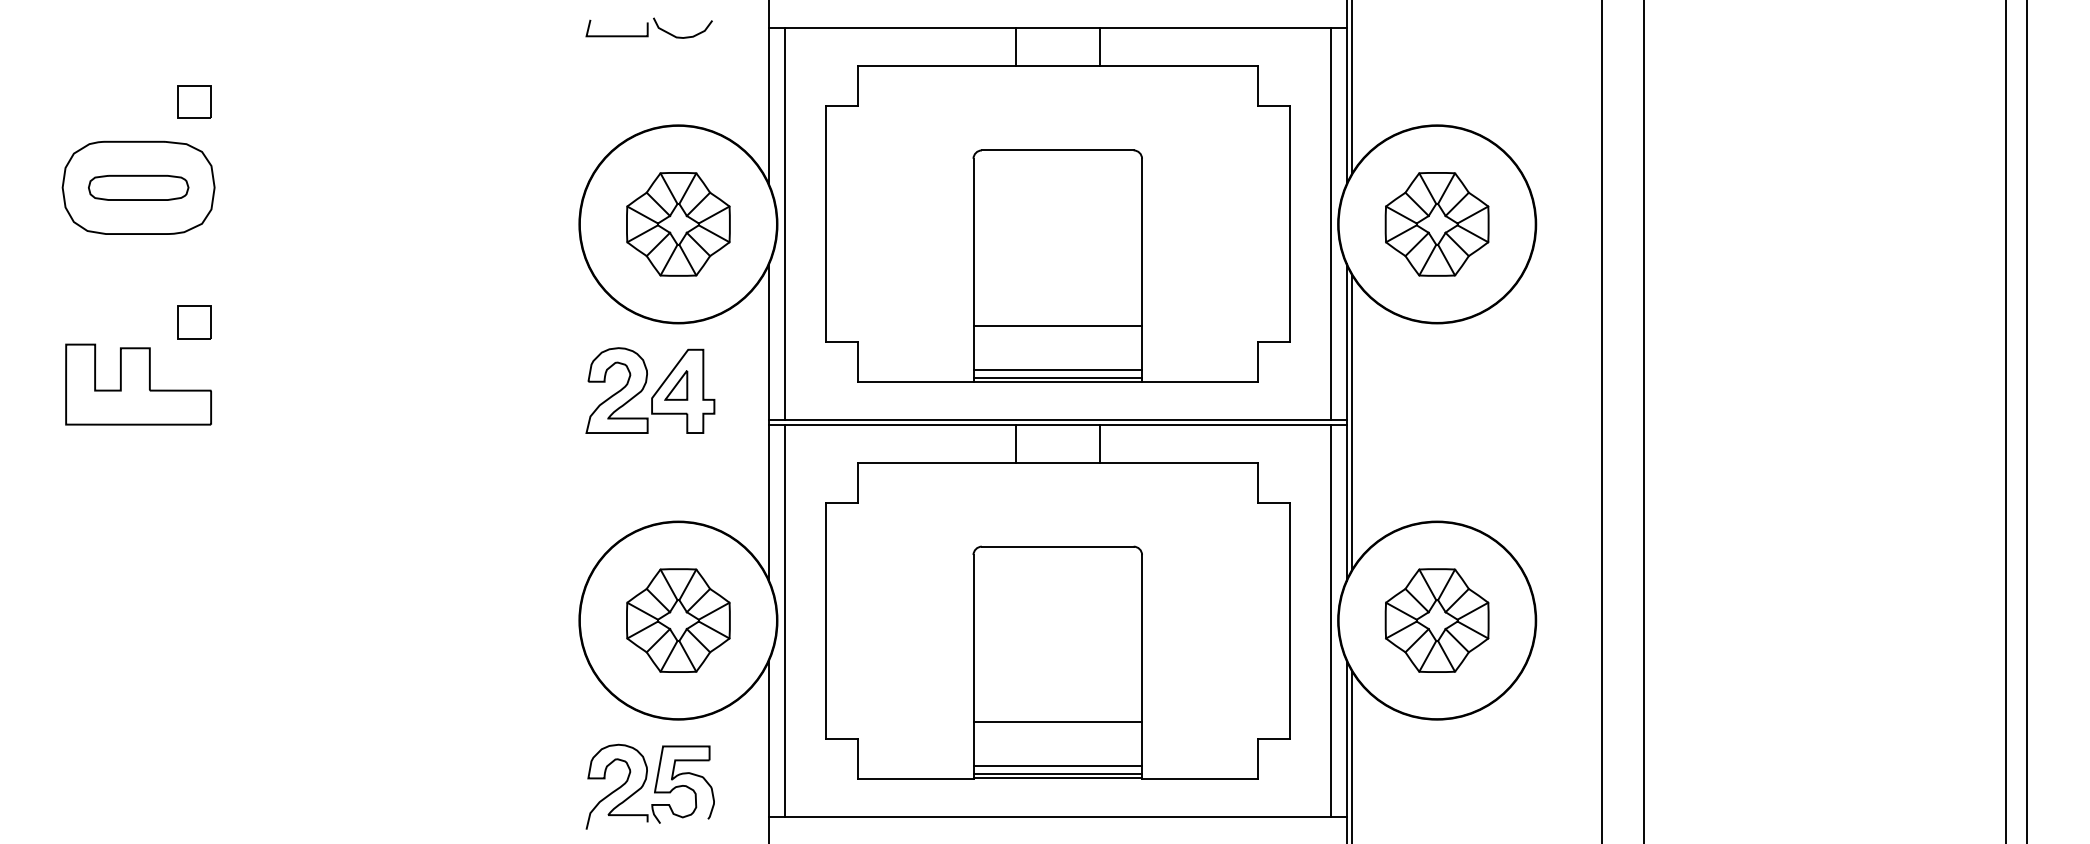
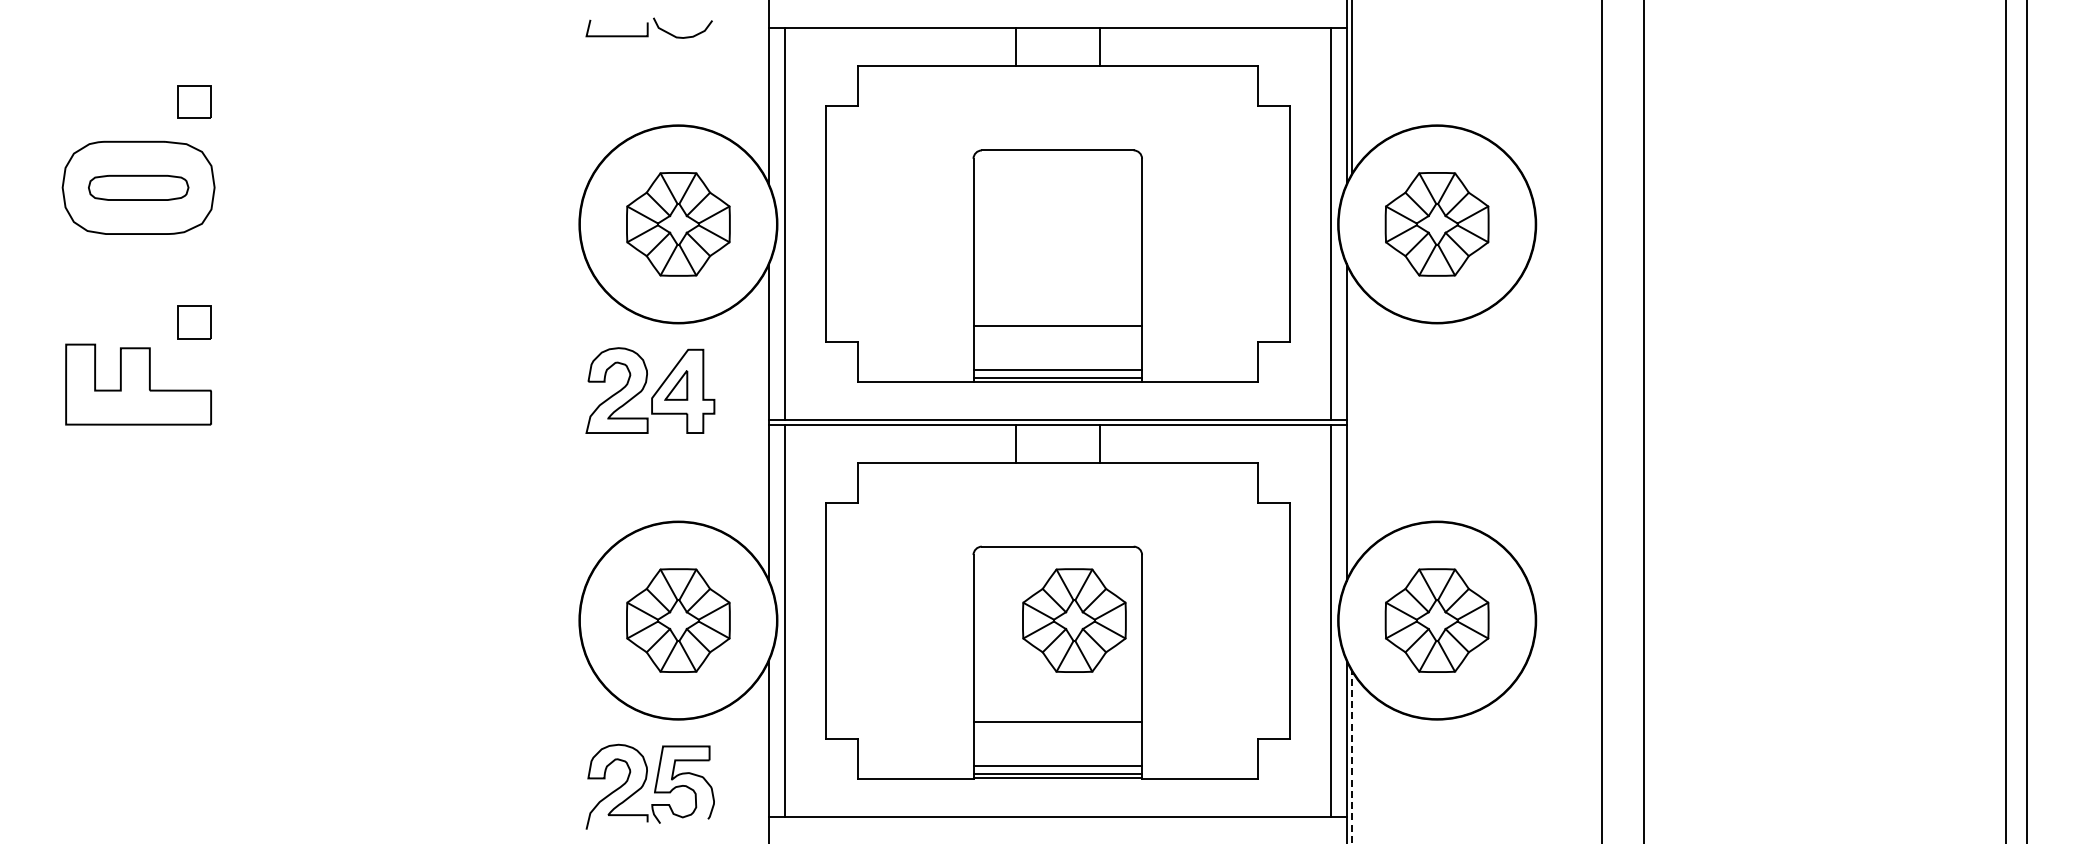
line at (1352, 422): present -> none
part at (1074, 620): none -> present
line at (1352, 757): solid -> dashed
